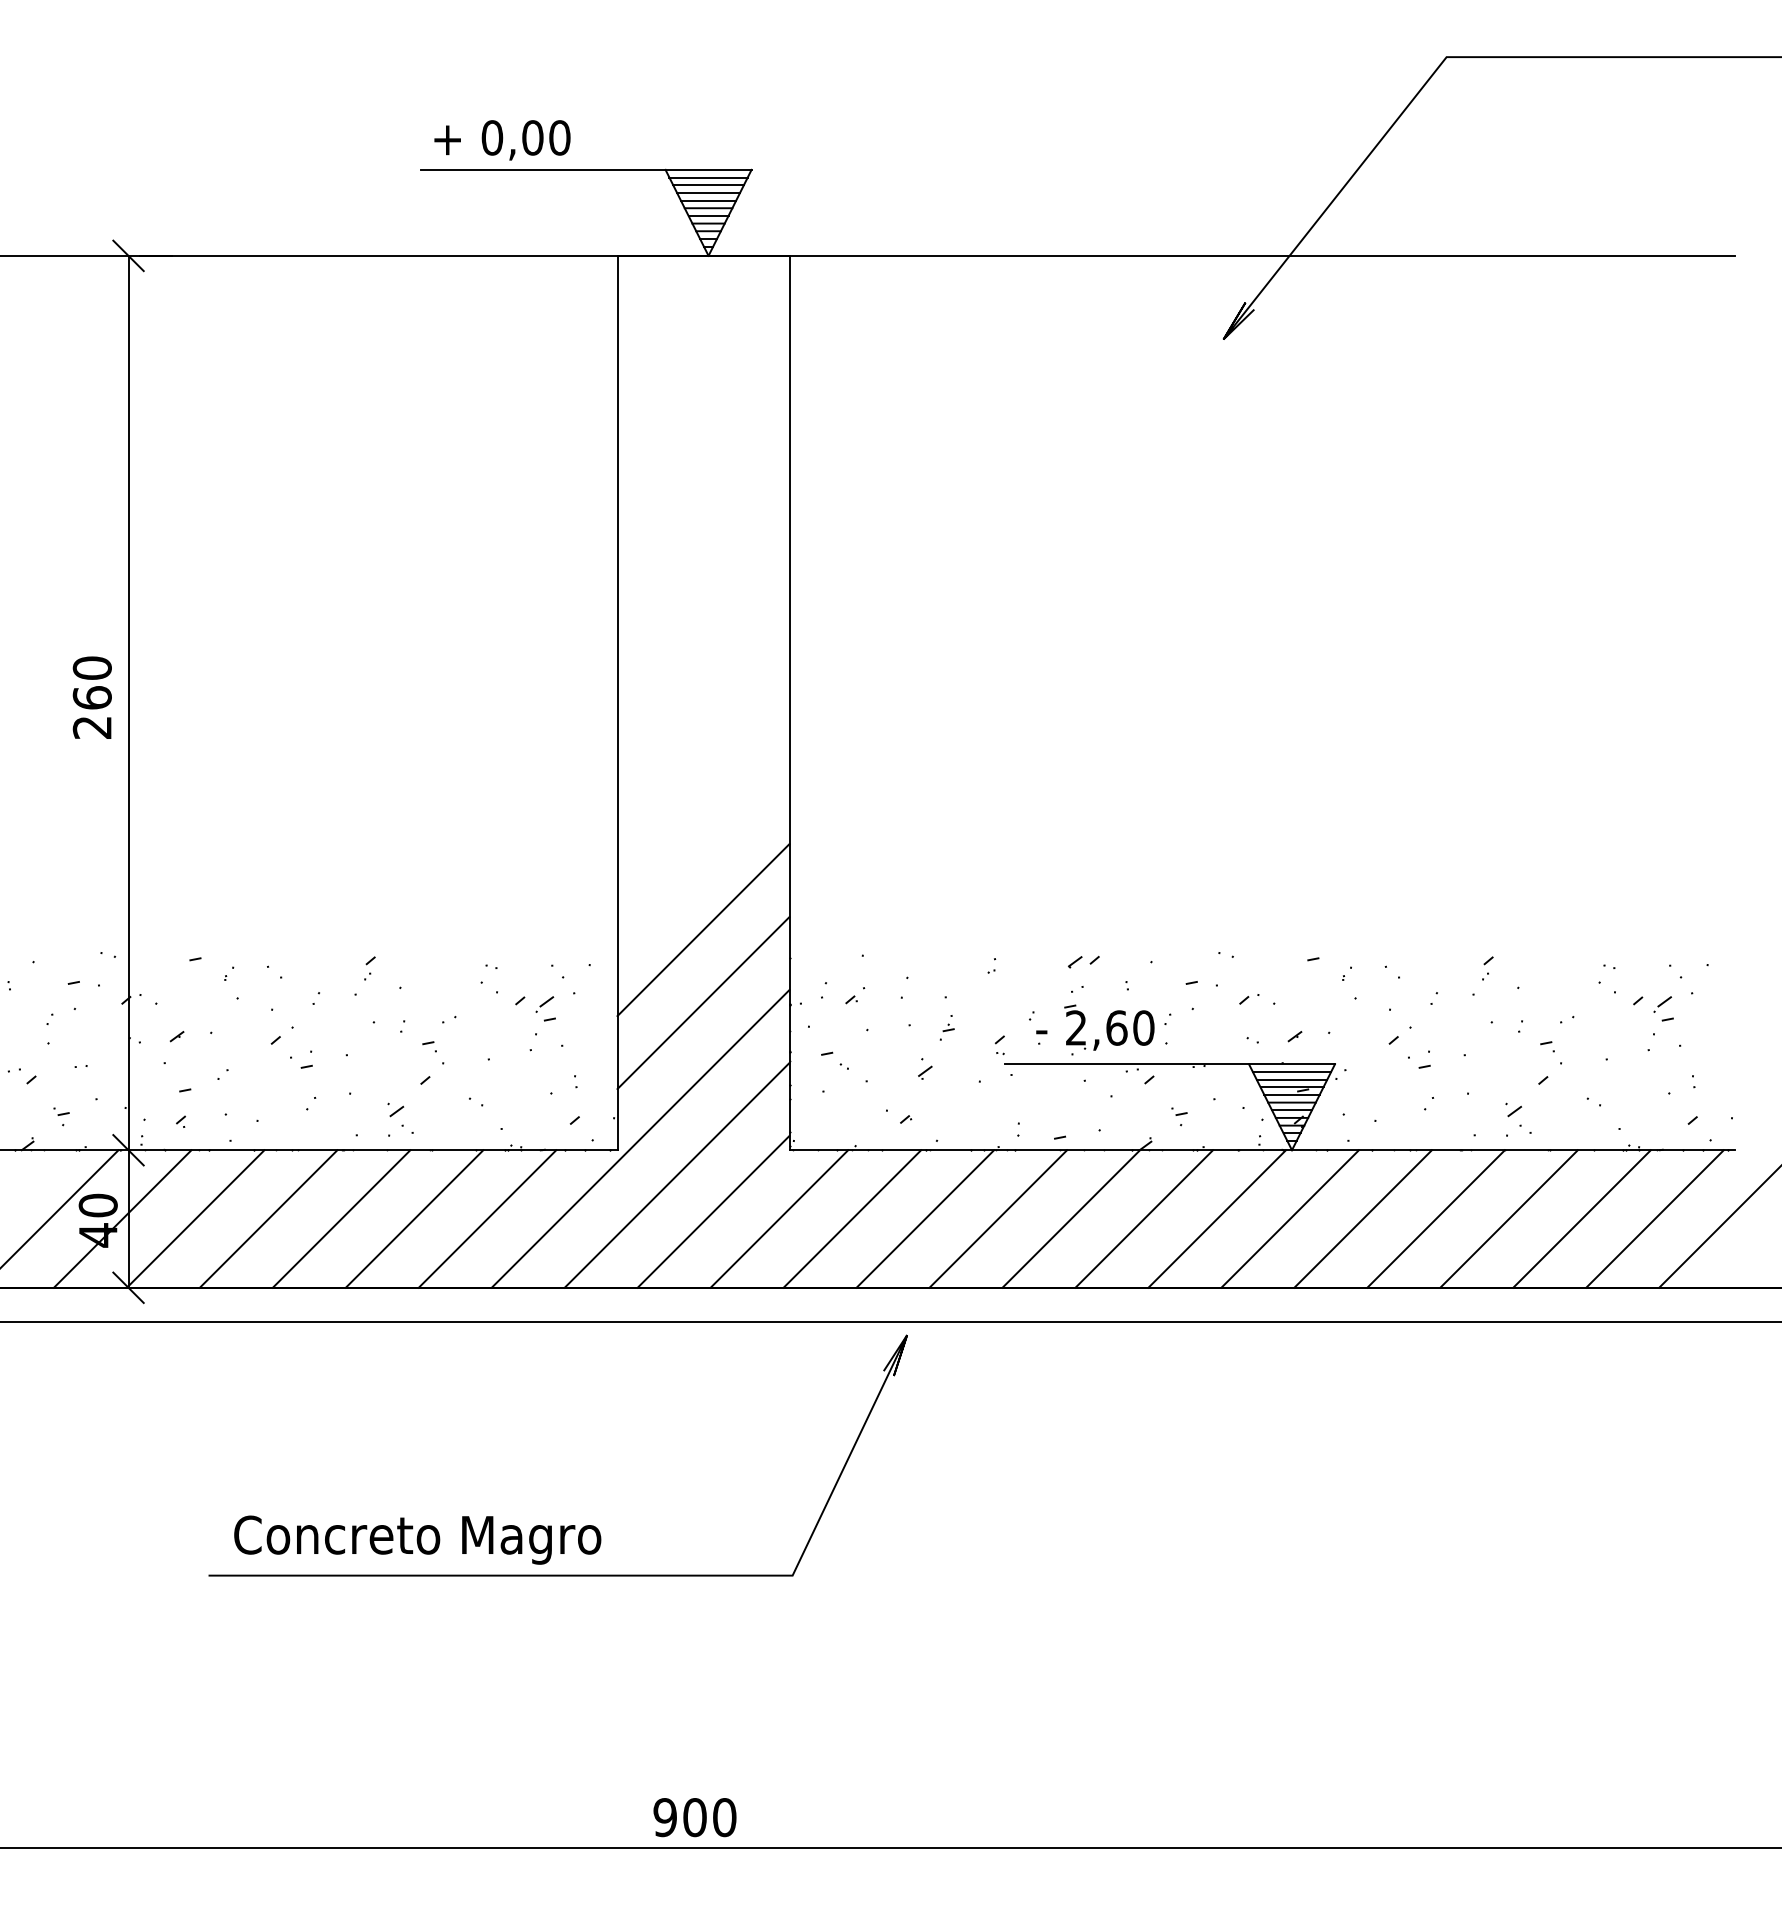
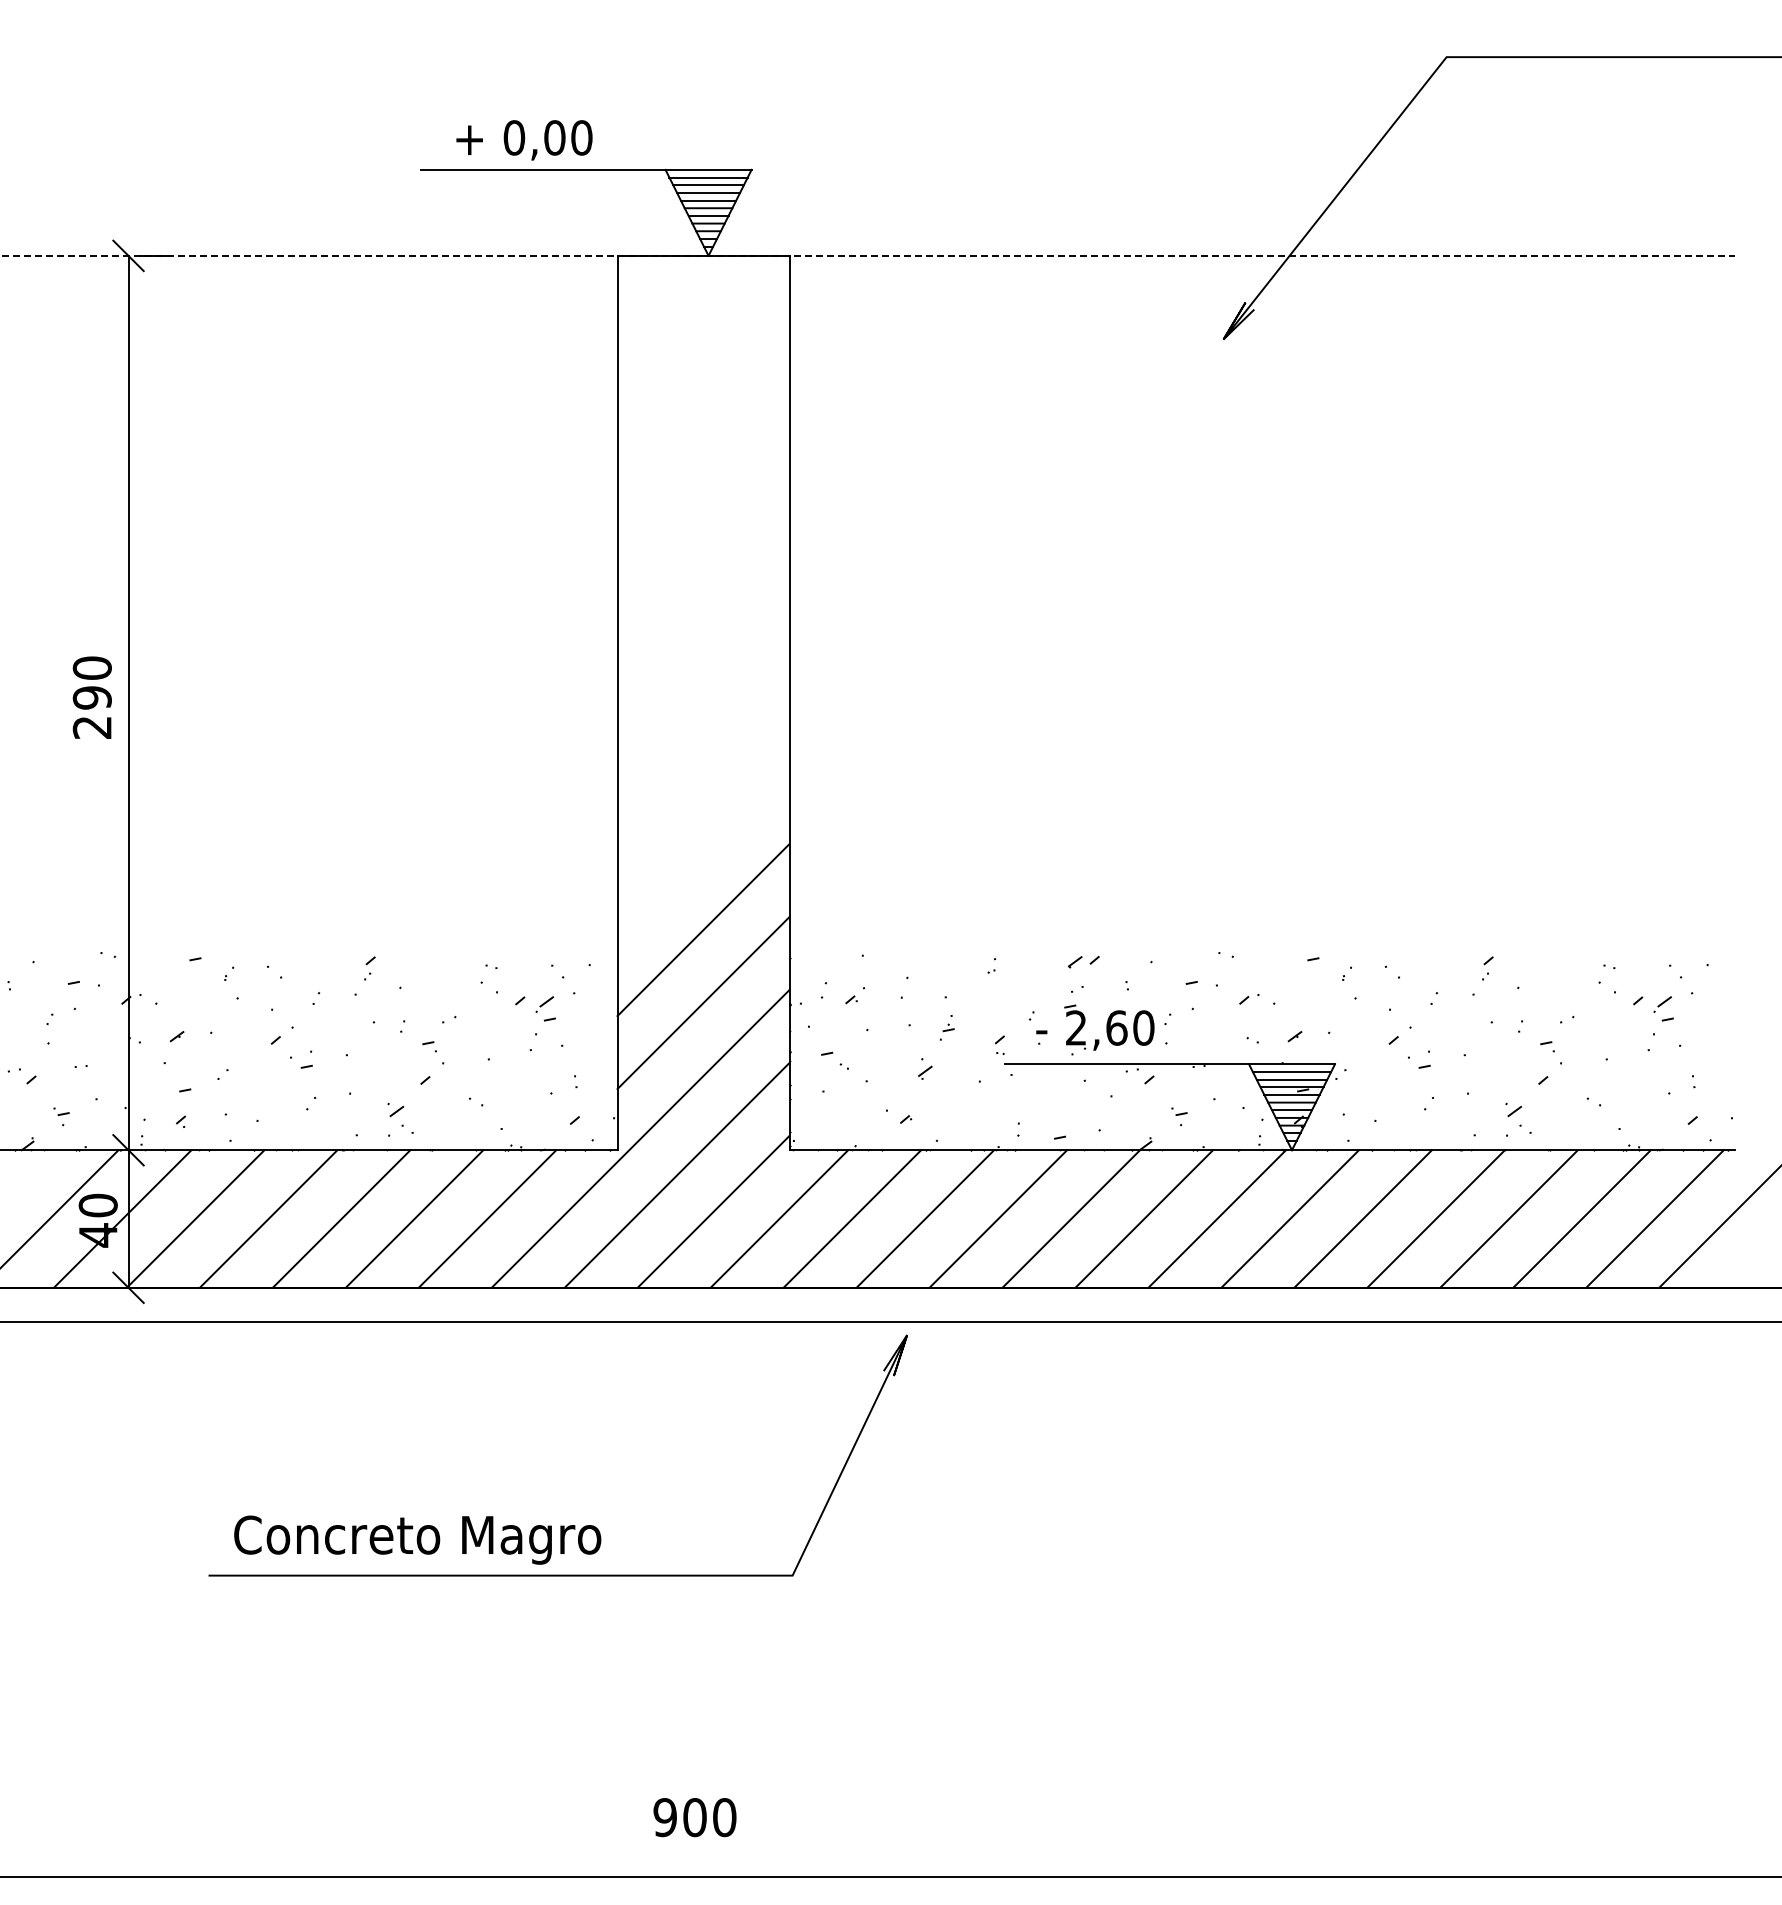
text at (502, 140) position: (502, 140) -> (524, 140)
line at (868, 255): solid -> dashed
text at (91, 697): 260 -> 290
line at (890, 1847) position: (890, 1847) -> (890, 1876)
